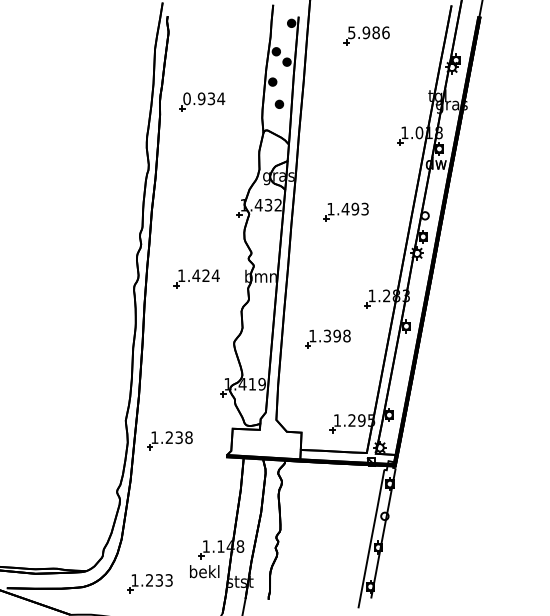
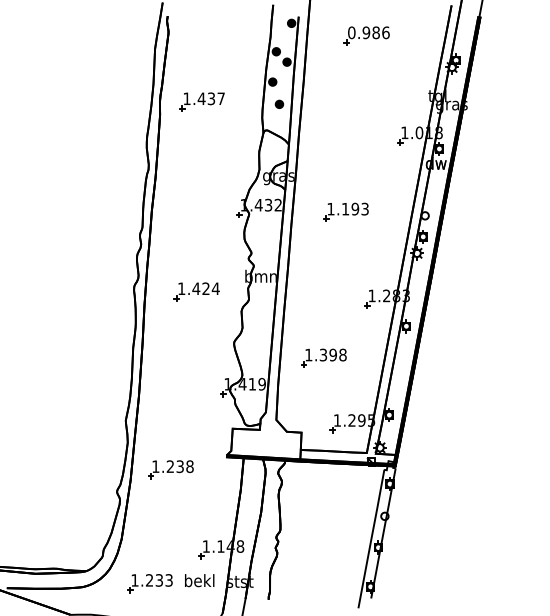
text at (351, 32): 5.986 -> 0.986
text at (204, 98): 0.934 -> 1.437
text at (345, 209): 1.493 -> 1.193
part at (196, 278) position: (196, 278) -> (196, 291)
part at (327, 338) position: (327, 338) -> (323, 357)
part at (169, 440) position: (169, 440) -> (170, 469)
text at (204, 571) position: (204, 571) -> (199, 580)
